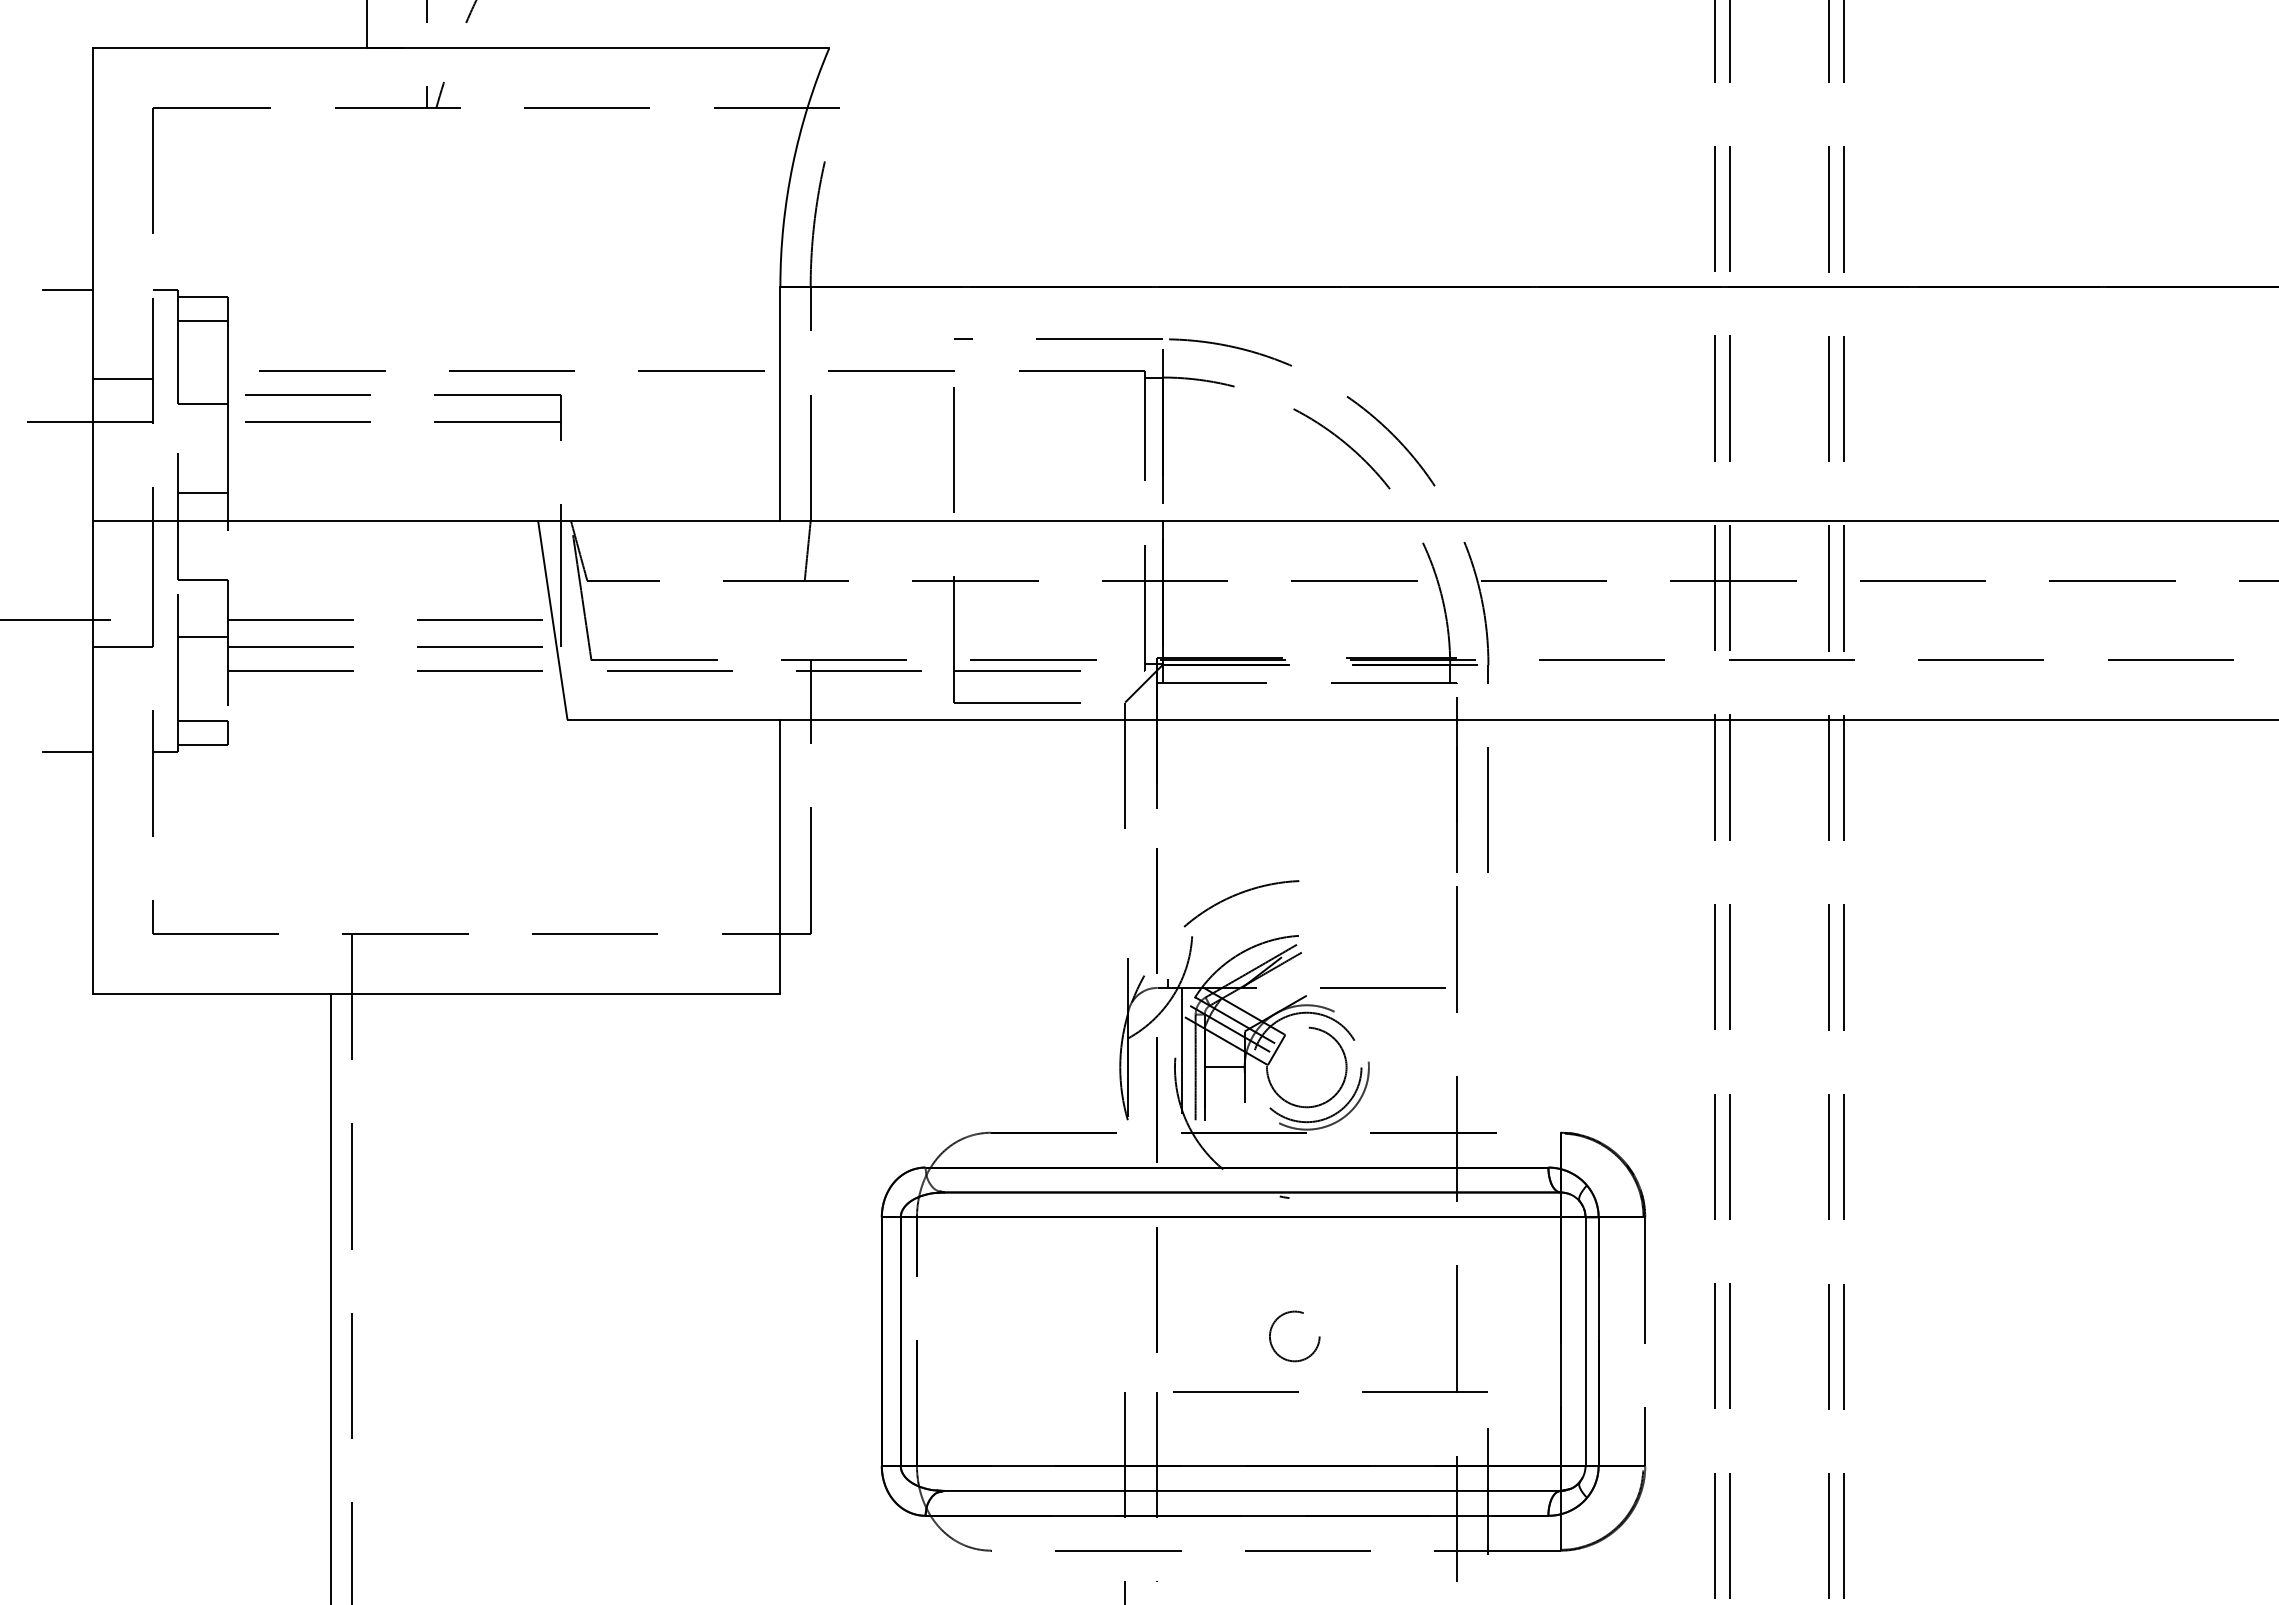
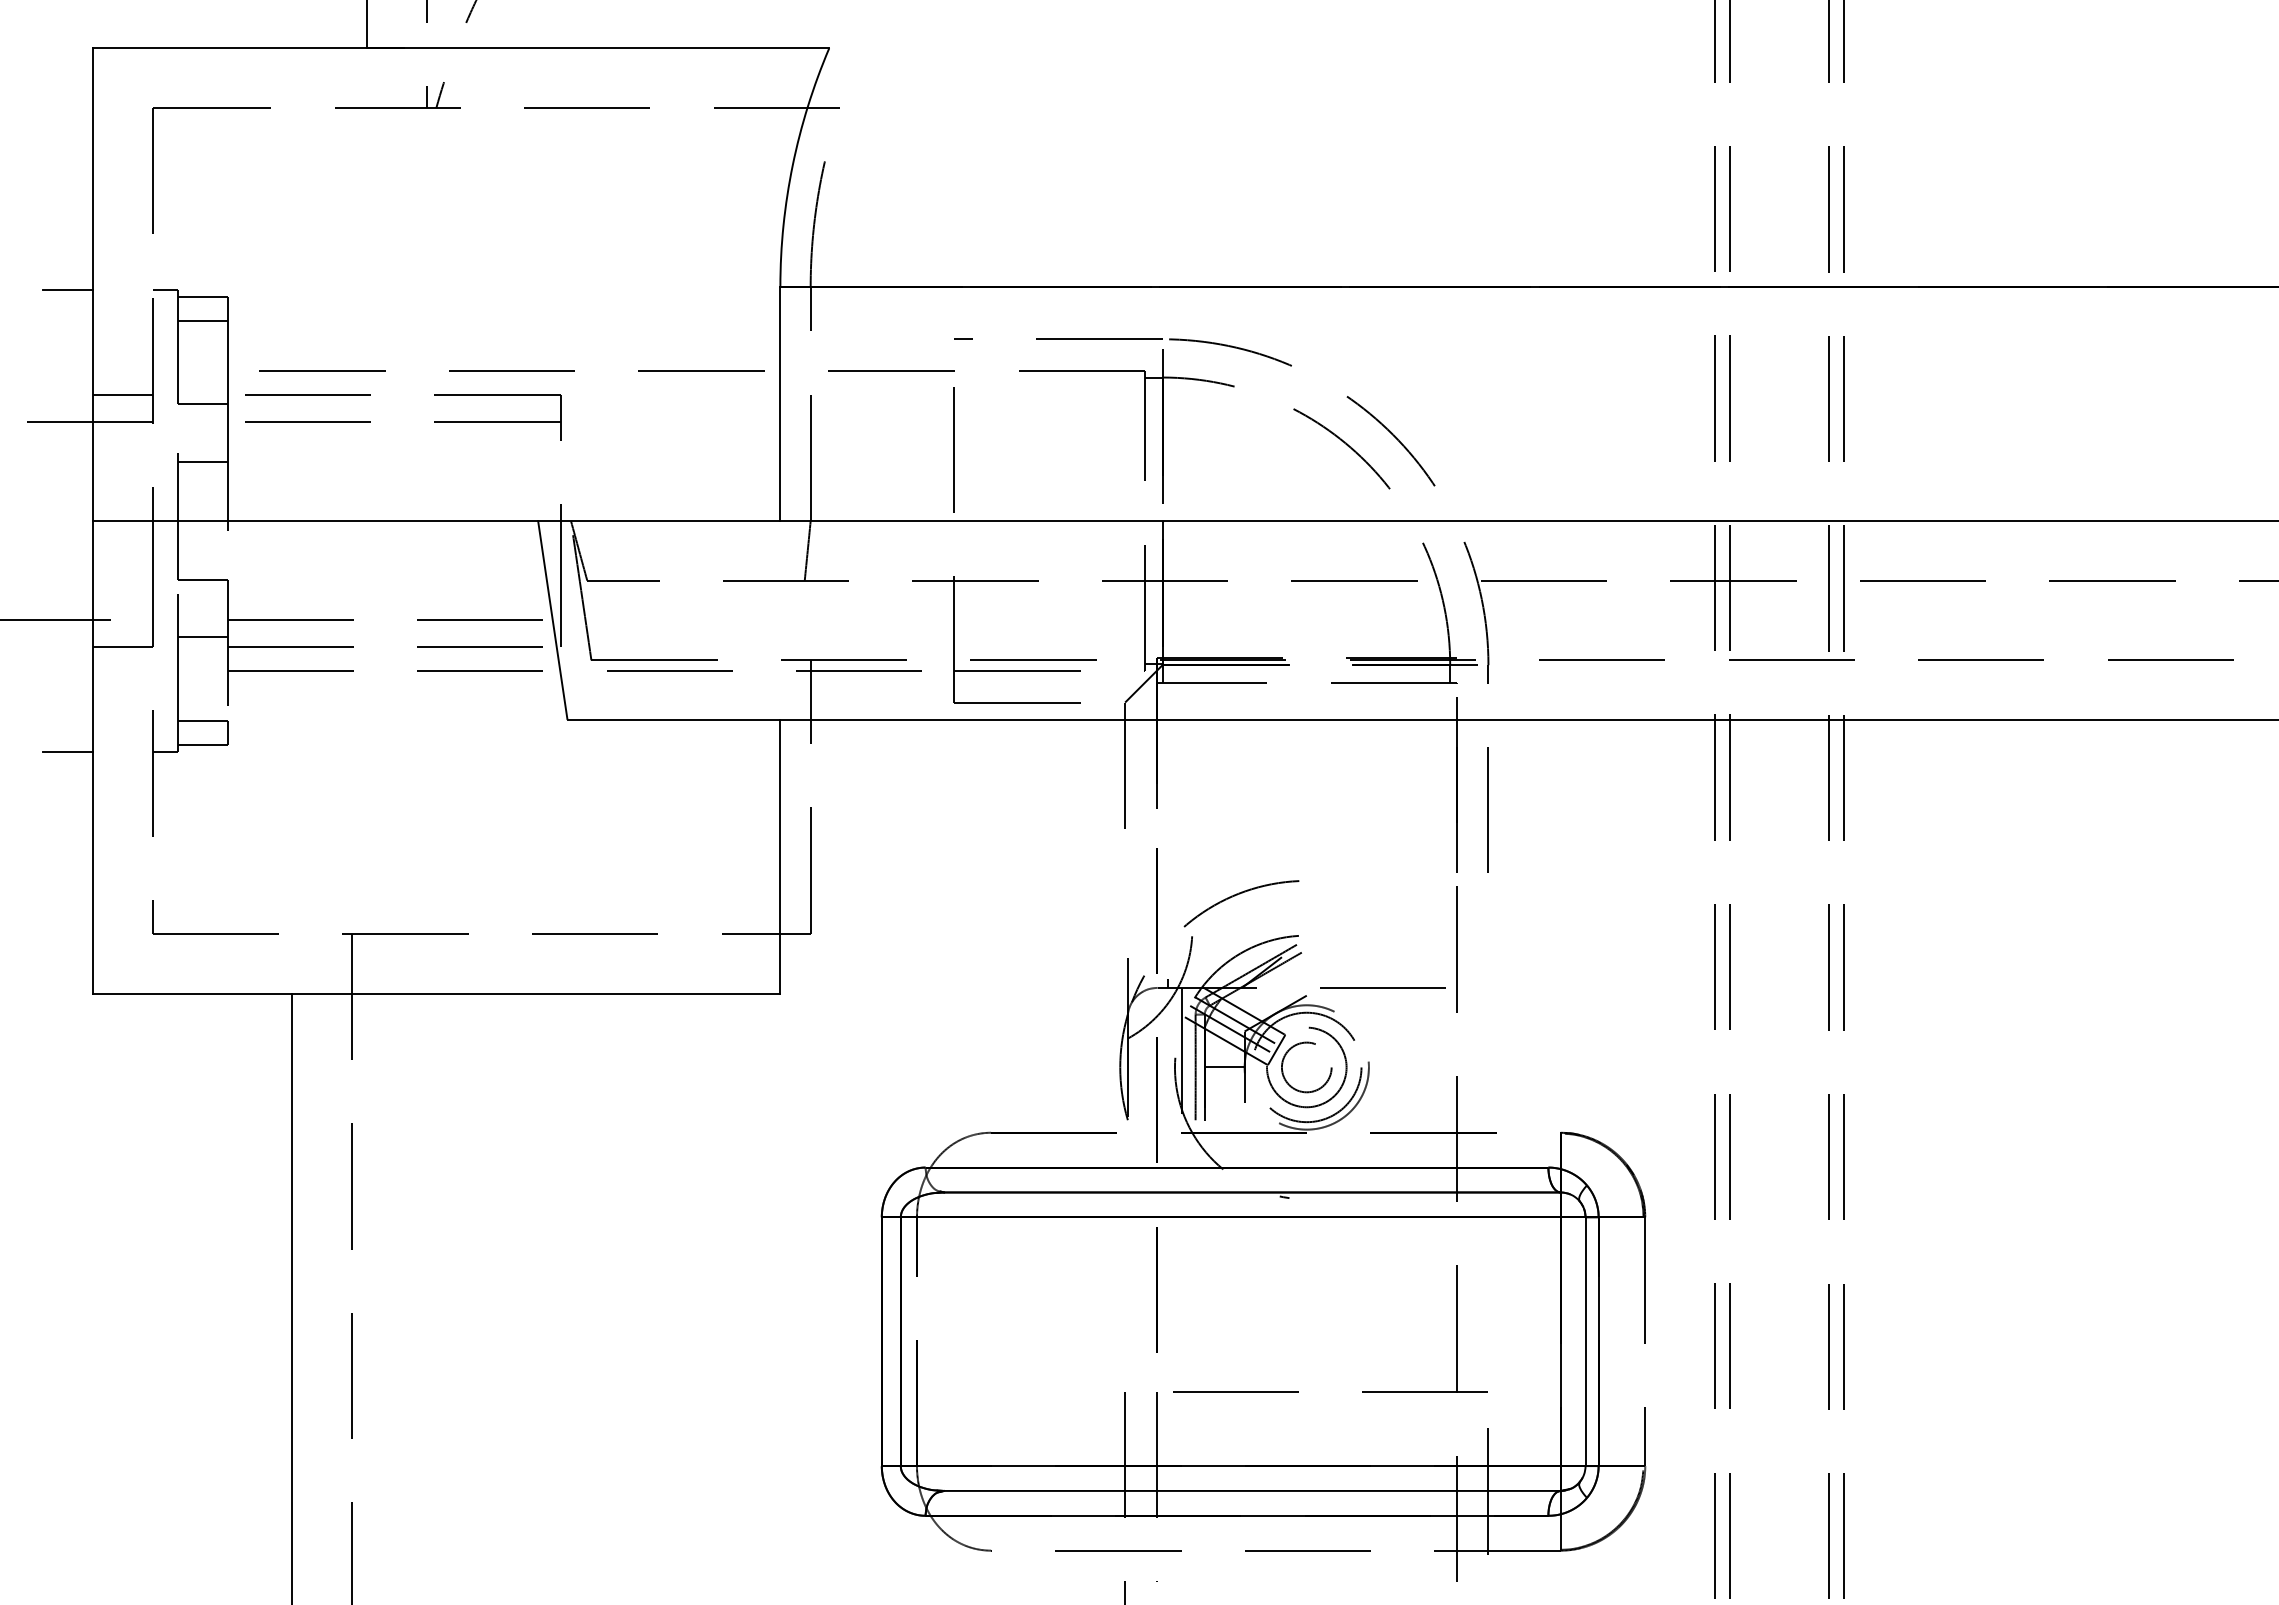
line at (122, 378) position: (122, 378) -> (122, 394)
line at (202, 493) position: (202, 493) -> (202, 462)
line at (331, 1297) position: (331, 1297) -> (292, 1297)
circle at (1294, 1336) position: (1294, 1336) -> (1306, 1067)
